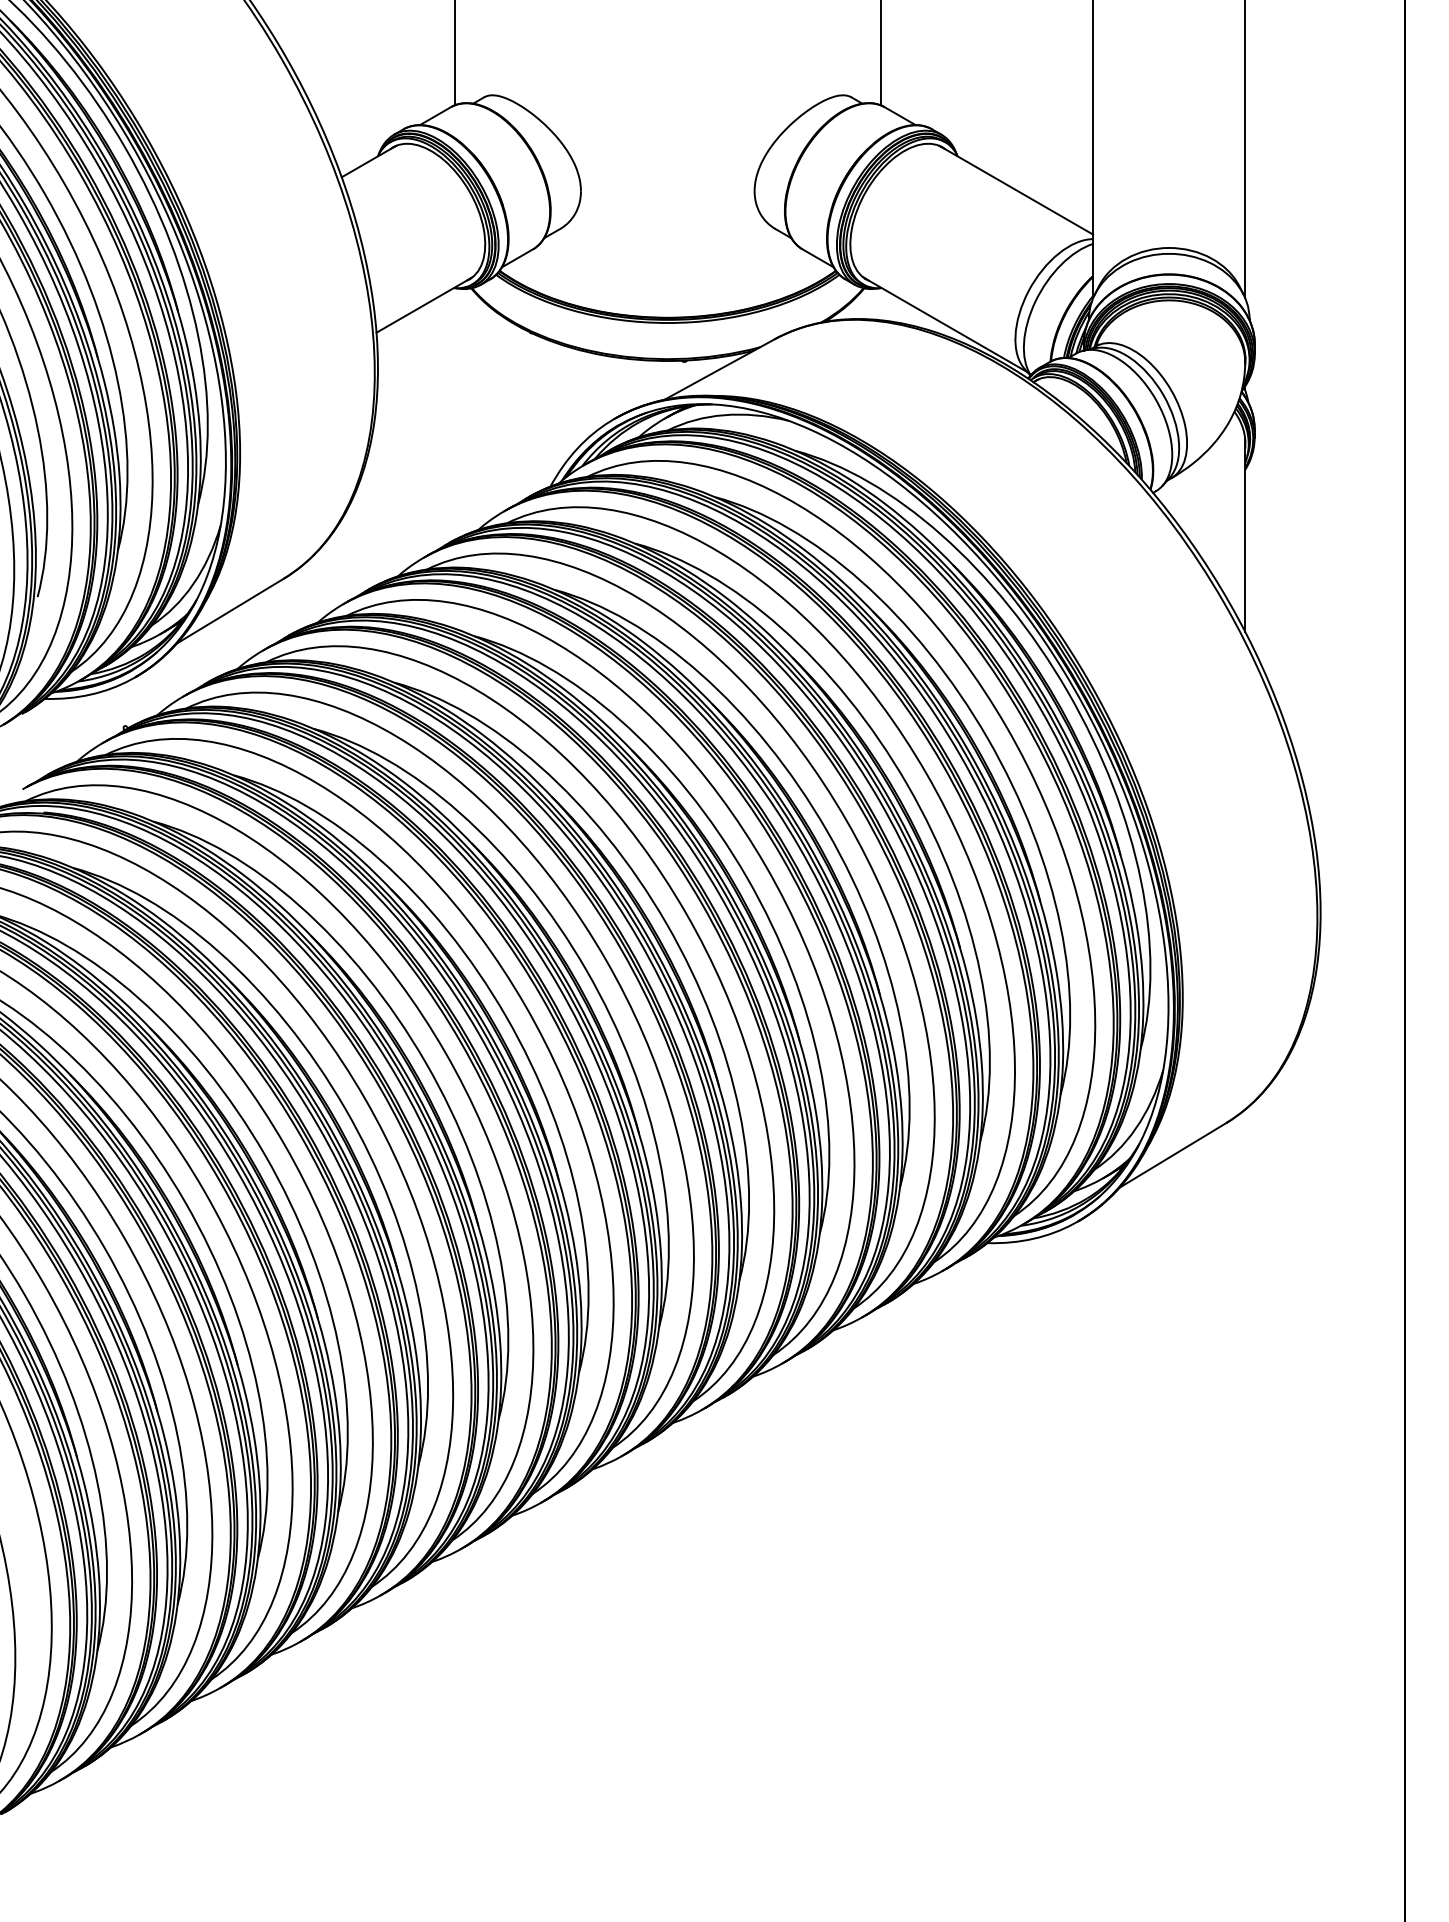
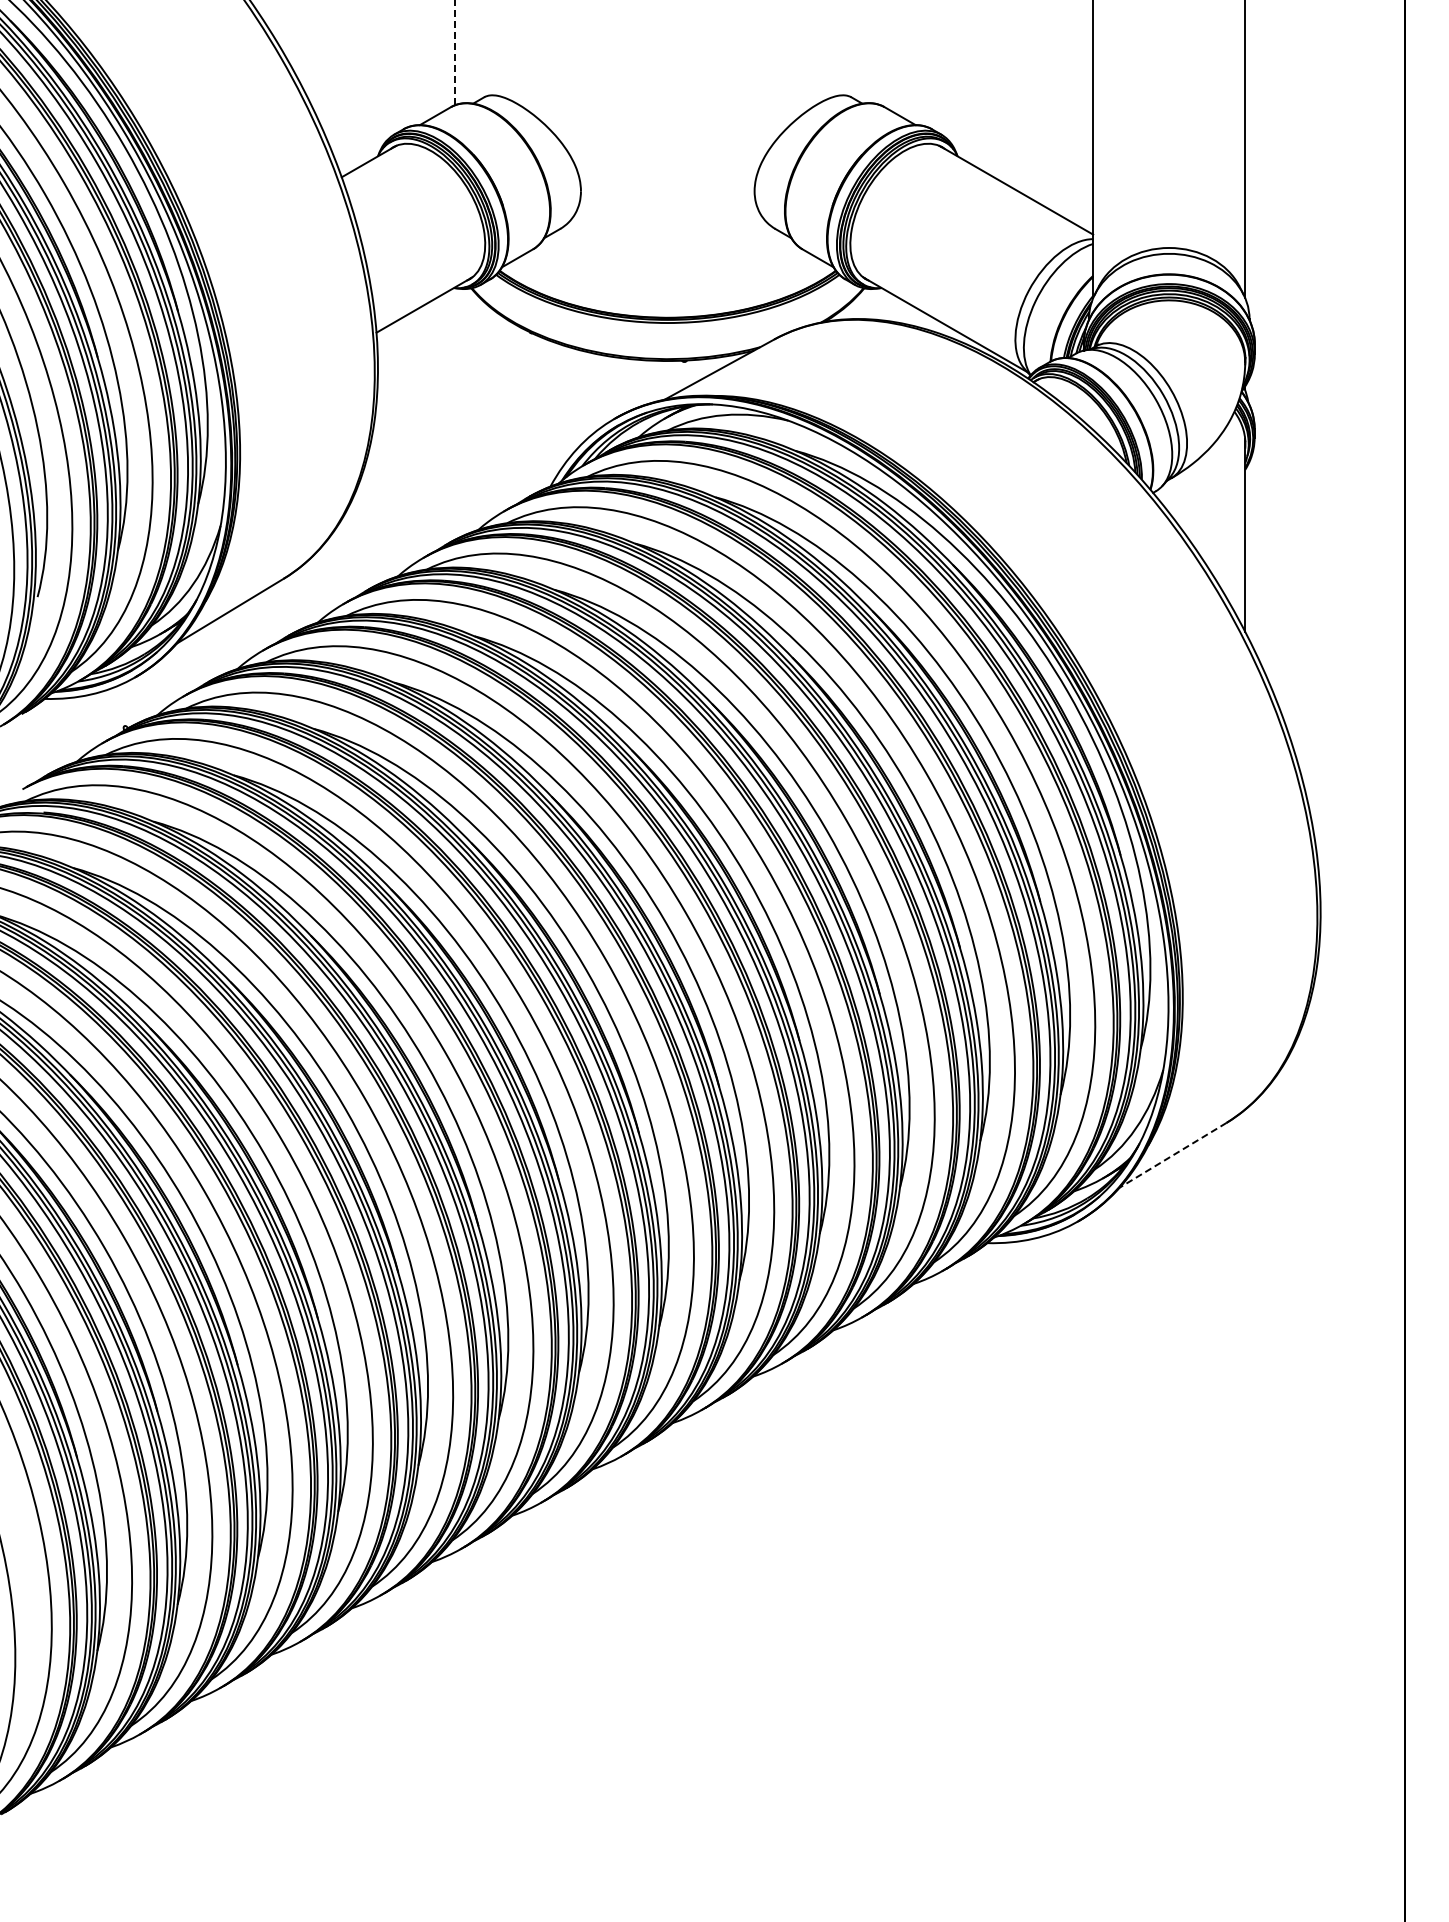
line at (455, 52): solid -> dashed
line at (880, 53): present -> none
line at (1172, 1155): solid -> dashed
